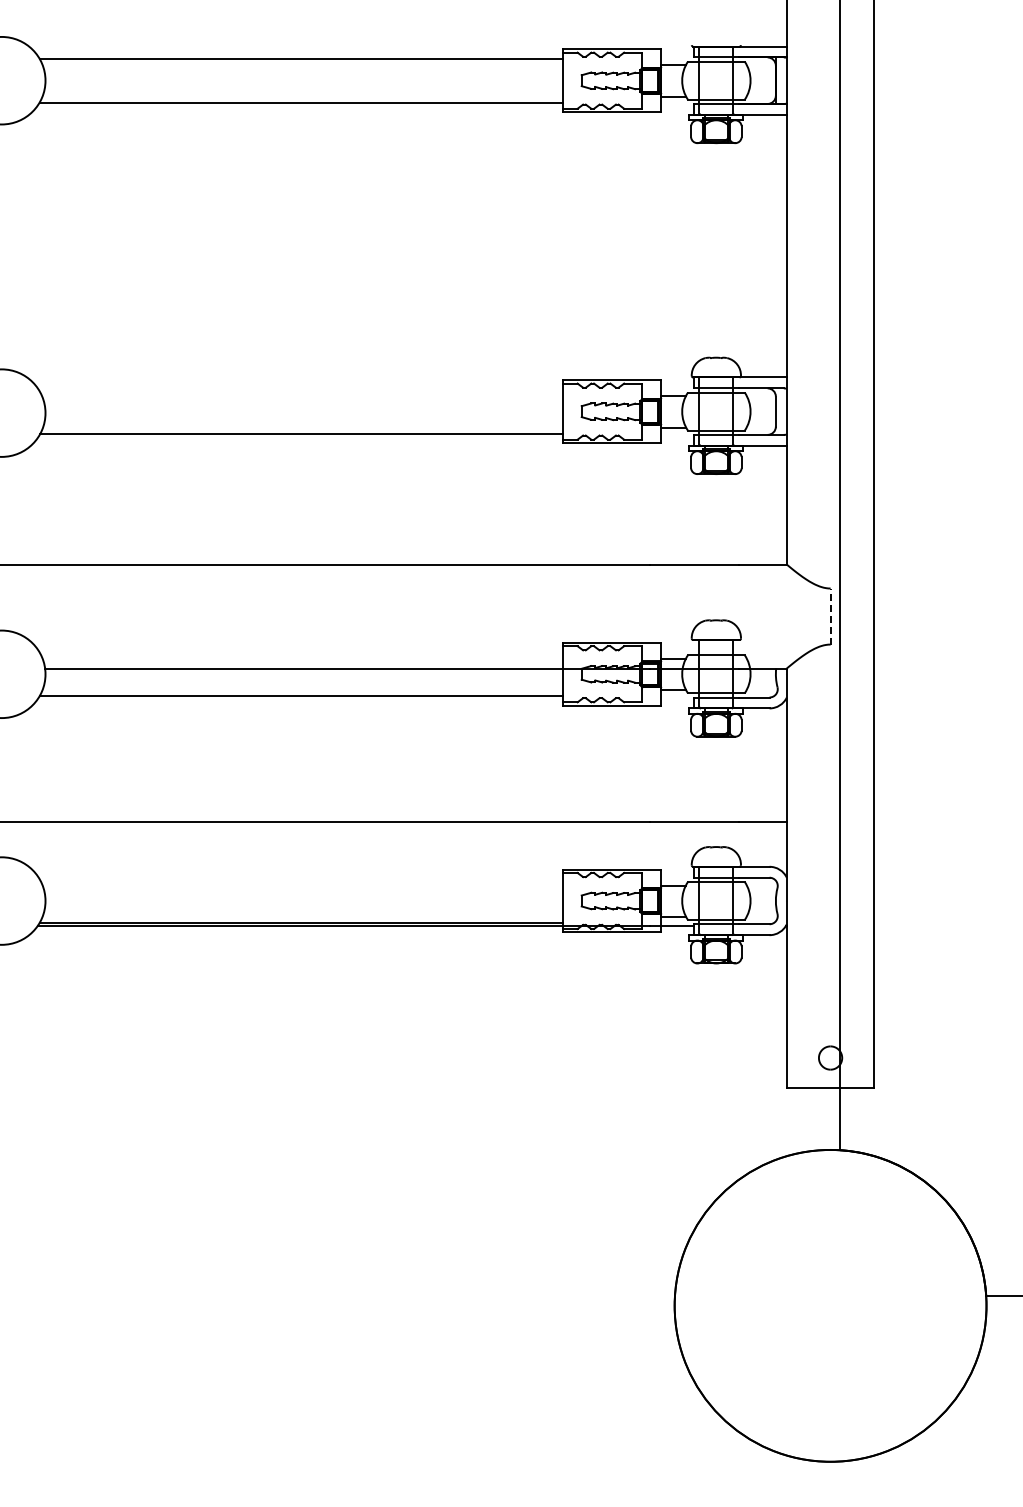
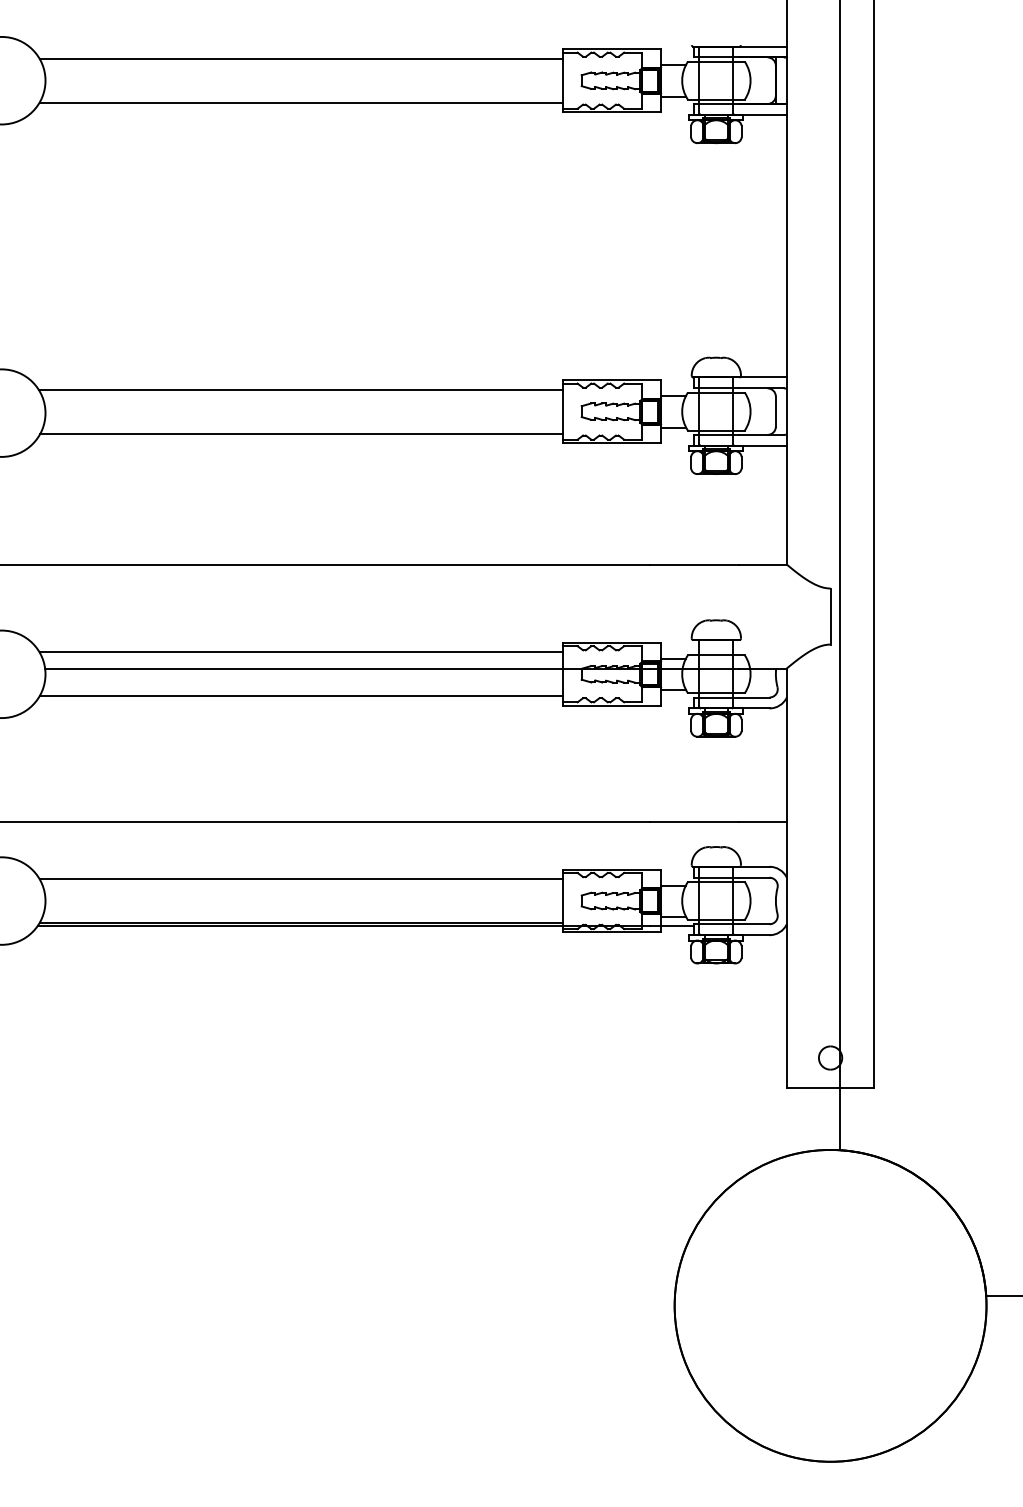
line at (300, 389): none -> present
line at (830, 616): dashed -> solid
line at (300, 652): none -> present
line at (300, 879): none -> present
